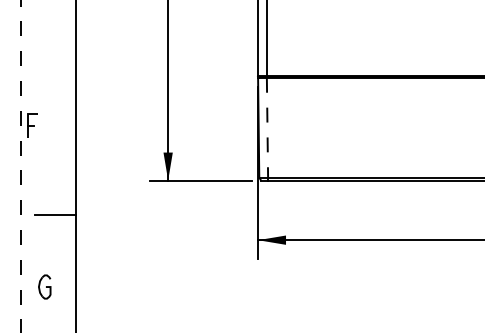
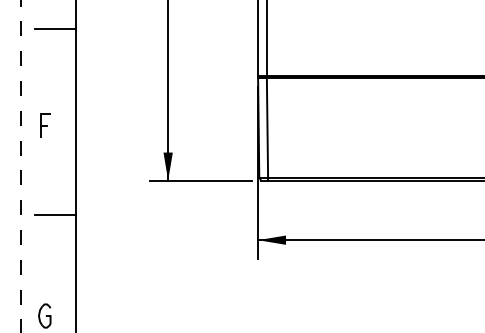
line at (55, 28): none -> present
part at (32, 125) position: (32, 125) -> (45, 125)
line at (267, 127): dashed -> solid
part at (44, 286) position: (44, 286) -> (44, 315)
